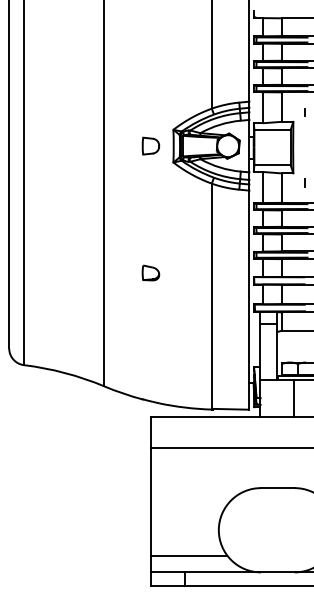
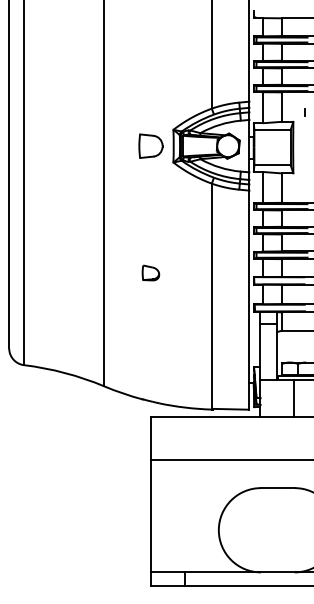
part at (150, 145) size: 20x20 px -> 26x26 px
line at (304, 182): present -> none
line at (230, 447) position: (230, 447) -> (230, 459)
line at (189, 555): present -> none
